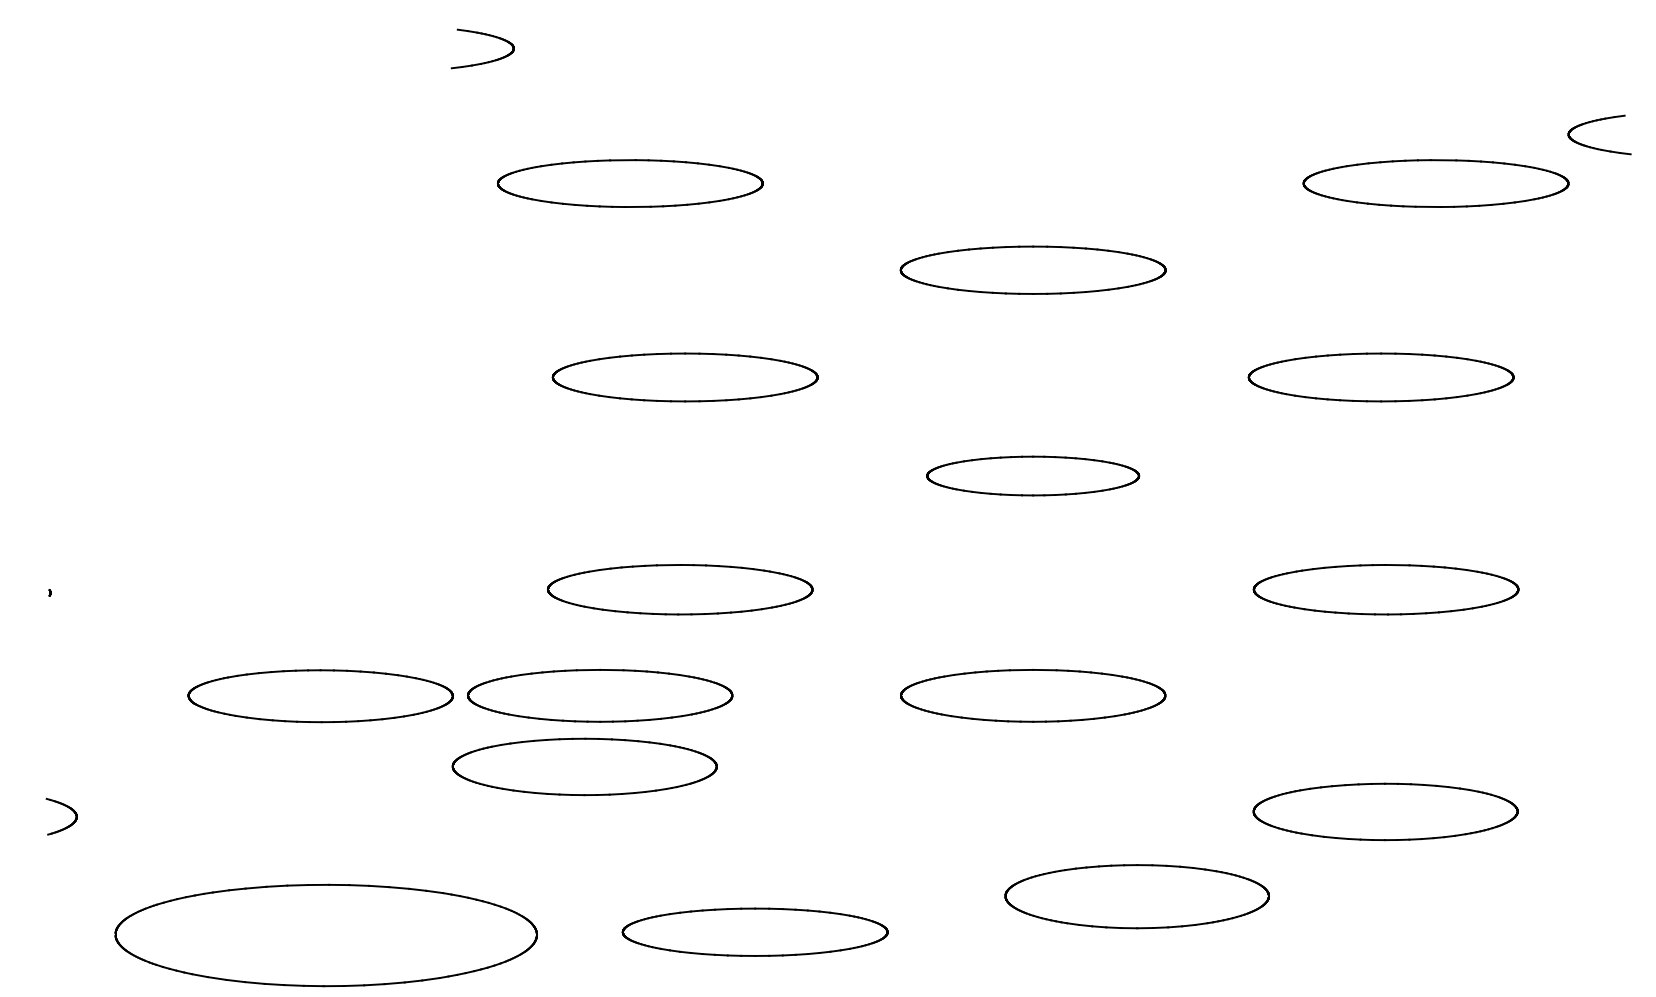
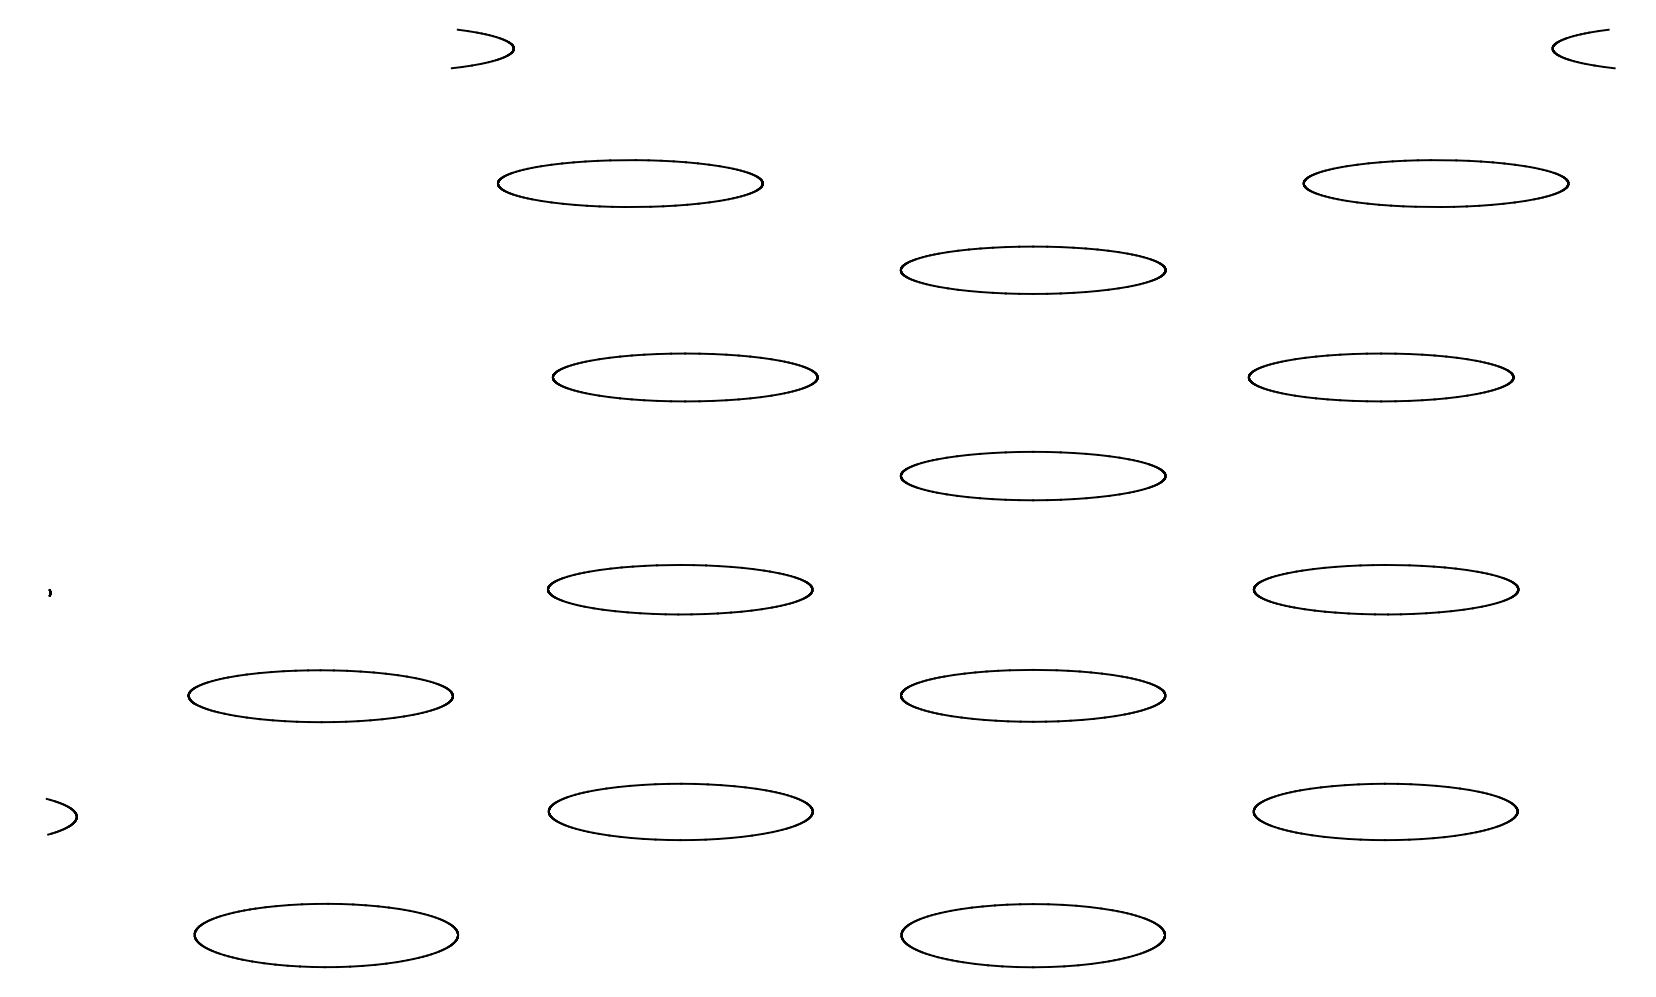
part at (1597, 121) position: (1597, 121) -> (1581, 35)
part at (1033, 475) size: 215x42 px -> 268x52 px
part at (600, 695): present -> none
part at (584, 766) position: (584, 766) -> (680, 811)
part at (1136, 896) position: (1136, 896) -> (1032, 935)
part at (754, 931): present -> none
part at (325, 935) size: 424x105 px -> 267x67 px
